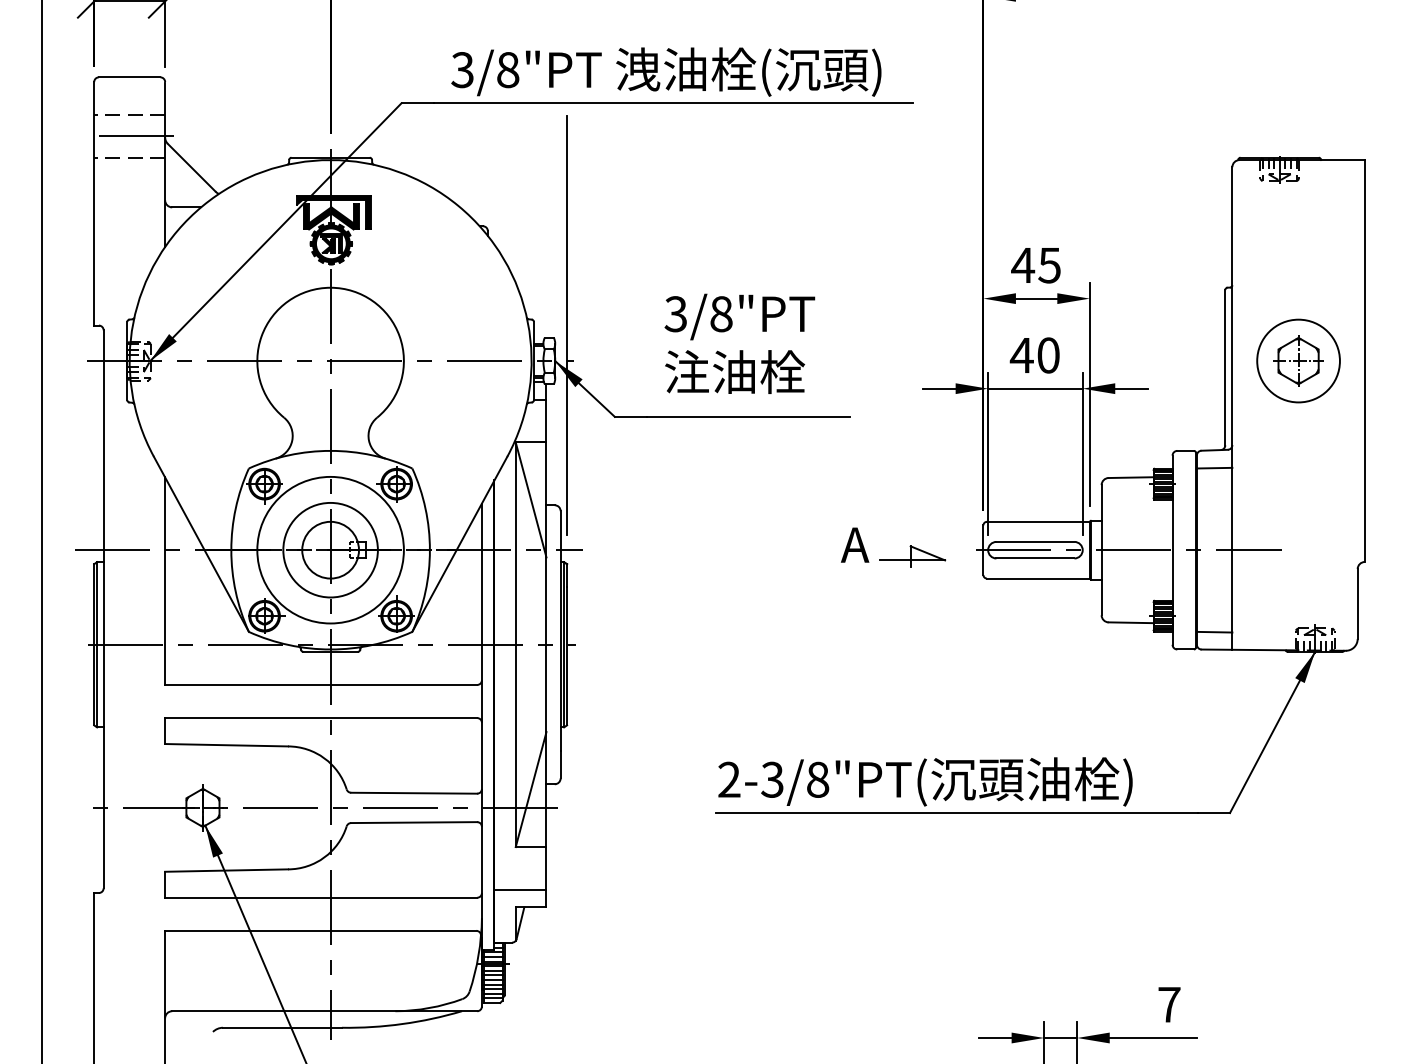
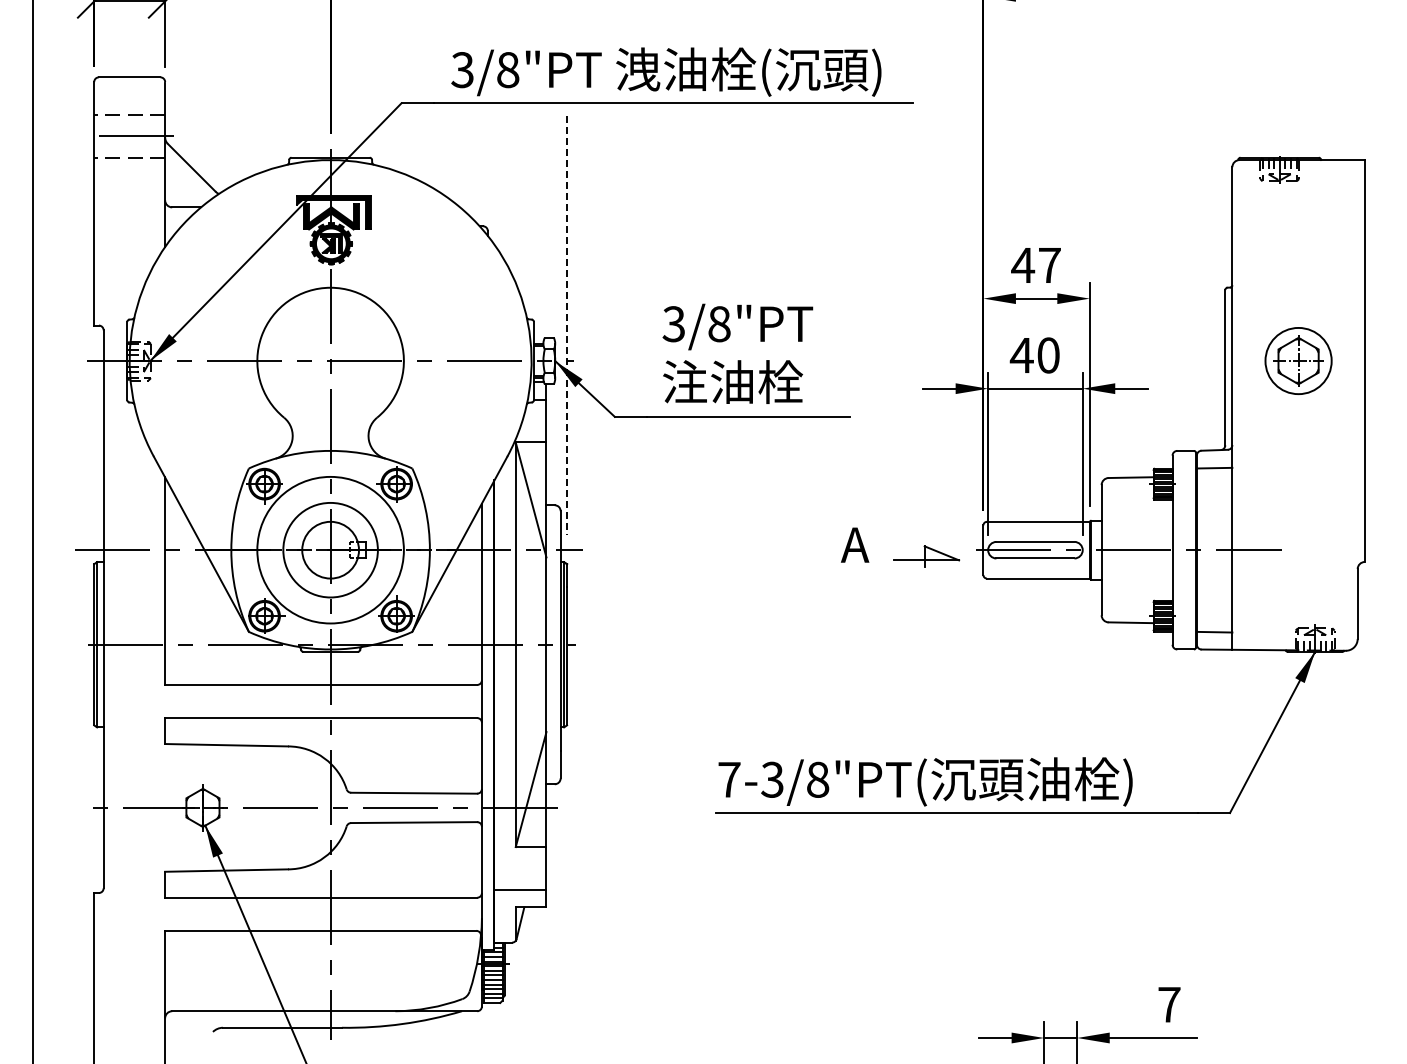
text at (1049, 265): 45 -> 47
line at (567, 325): solid -> dashed
text at (739, 343) position: (739, 343) -> (737, 353)
circle at (1298, 360) diameter: 83 px -> 66 px
line at (42, 531) position: (42, 531) -> (33, 531)
part at (912, 556) position: (912, 556) -> (926, 556)
text at (729, 779): 2-3/8"PT( -> 7-3/8"PT(
